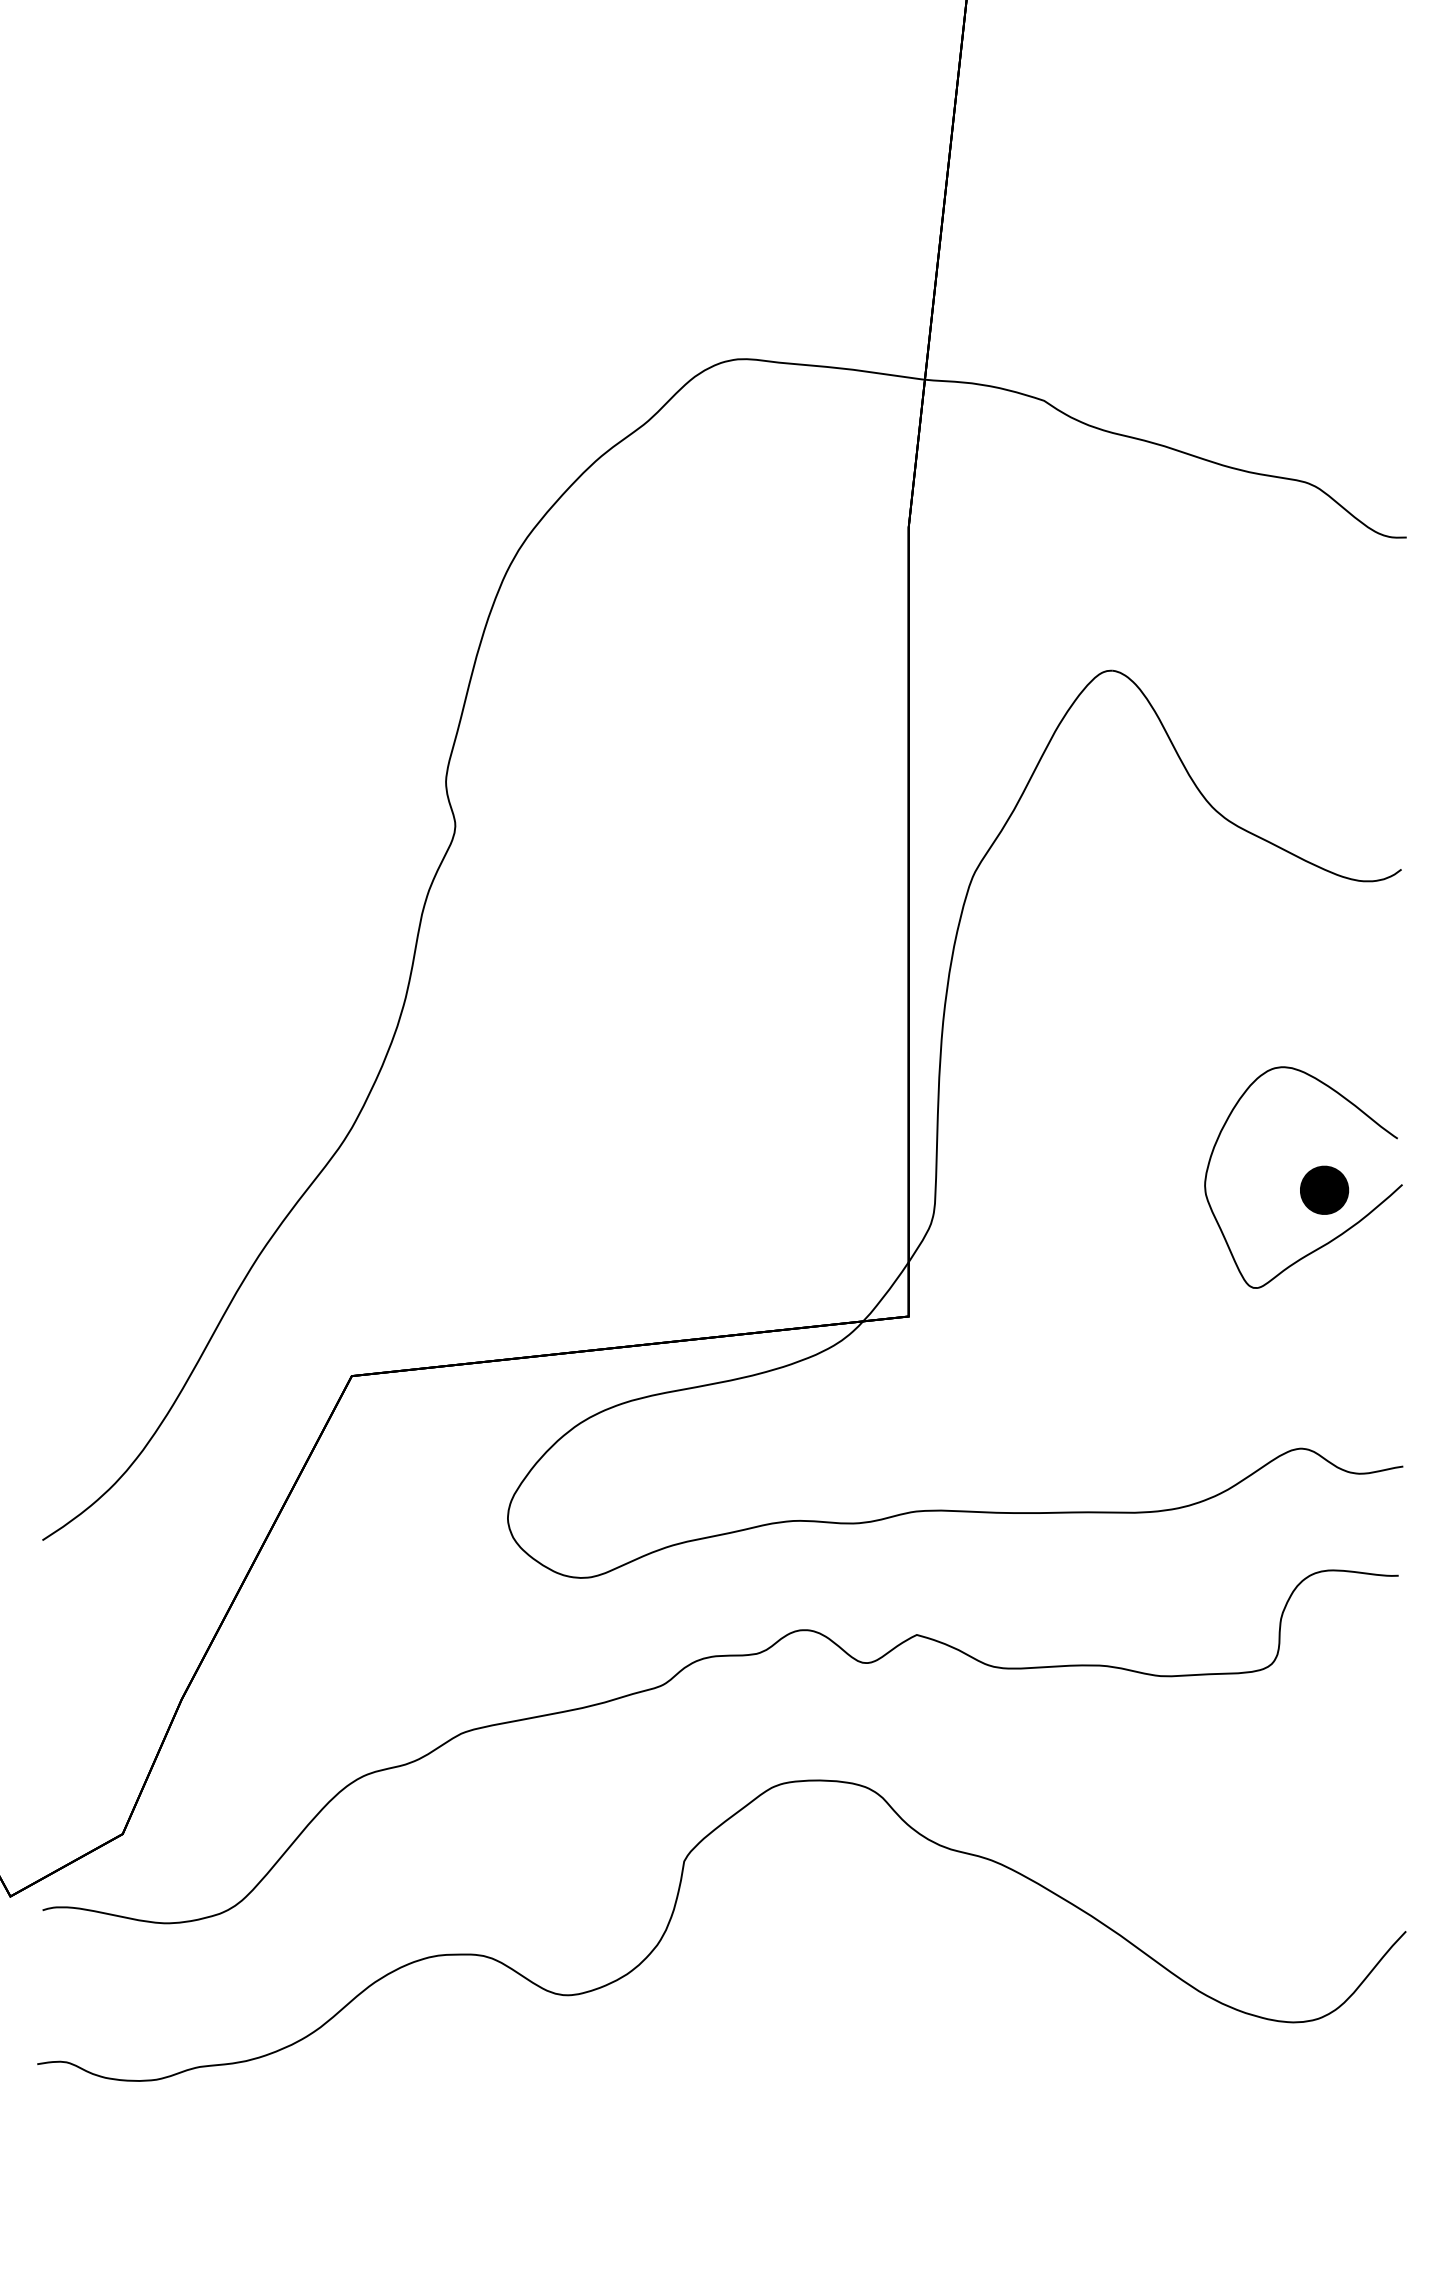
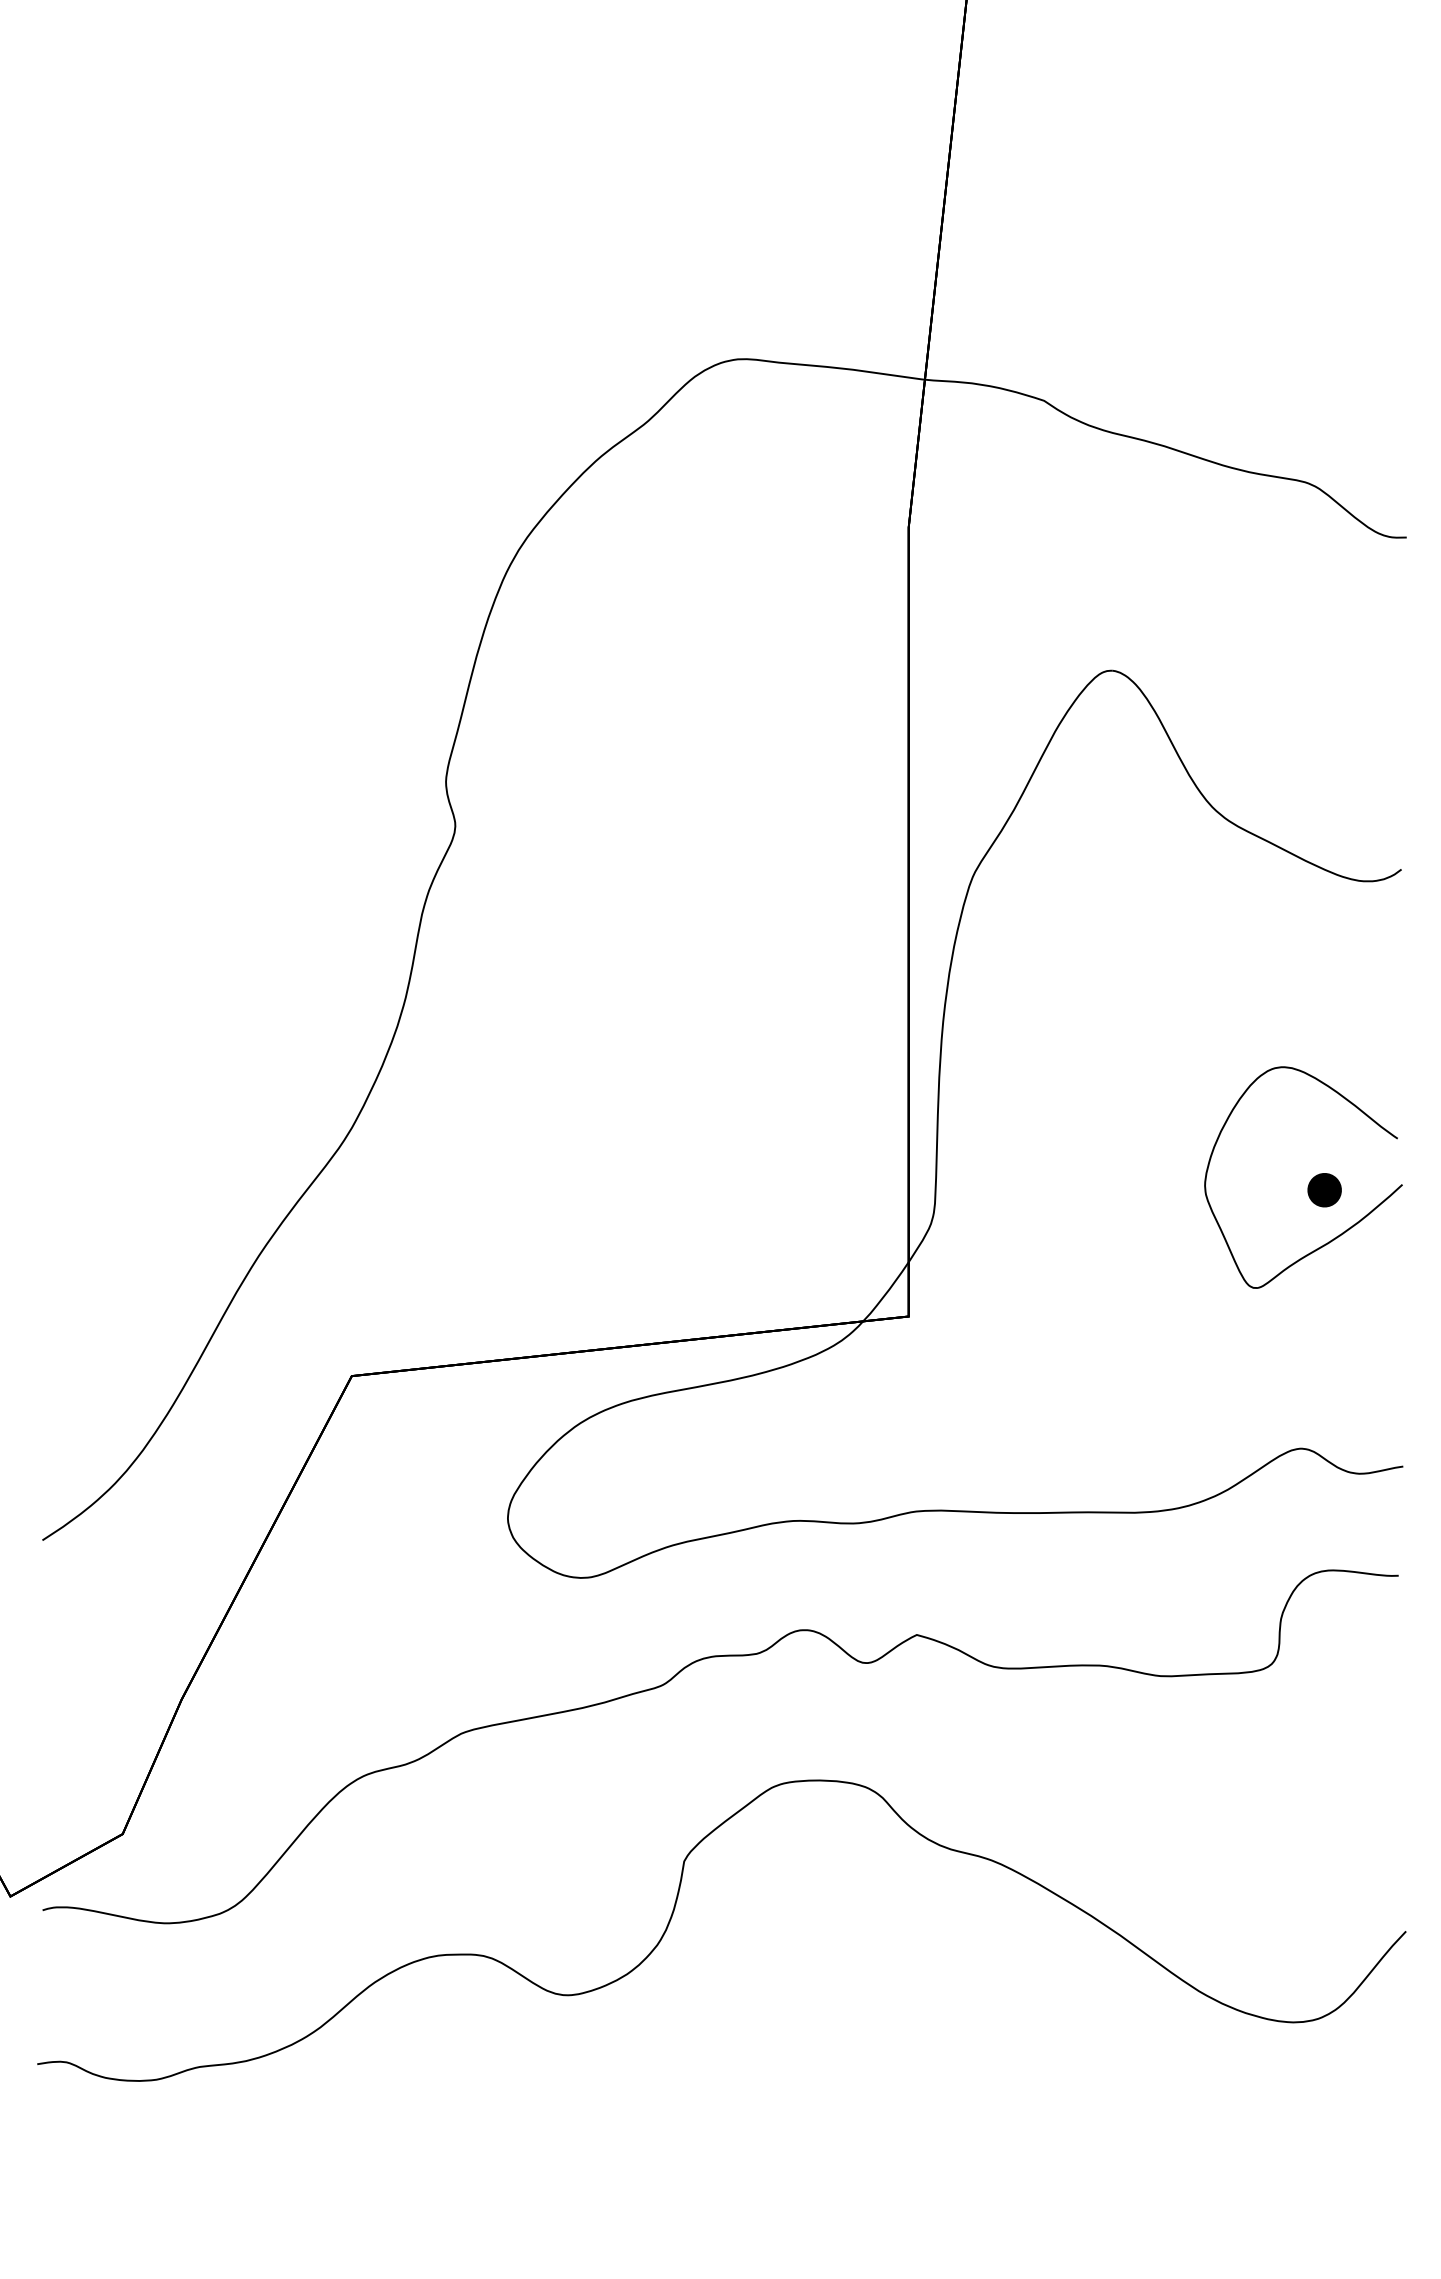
part at (1324, 1189) size: 50x50 px -> 35x35 px
